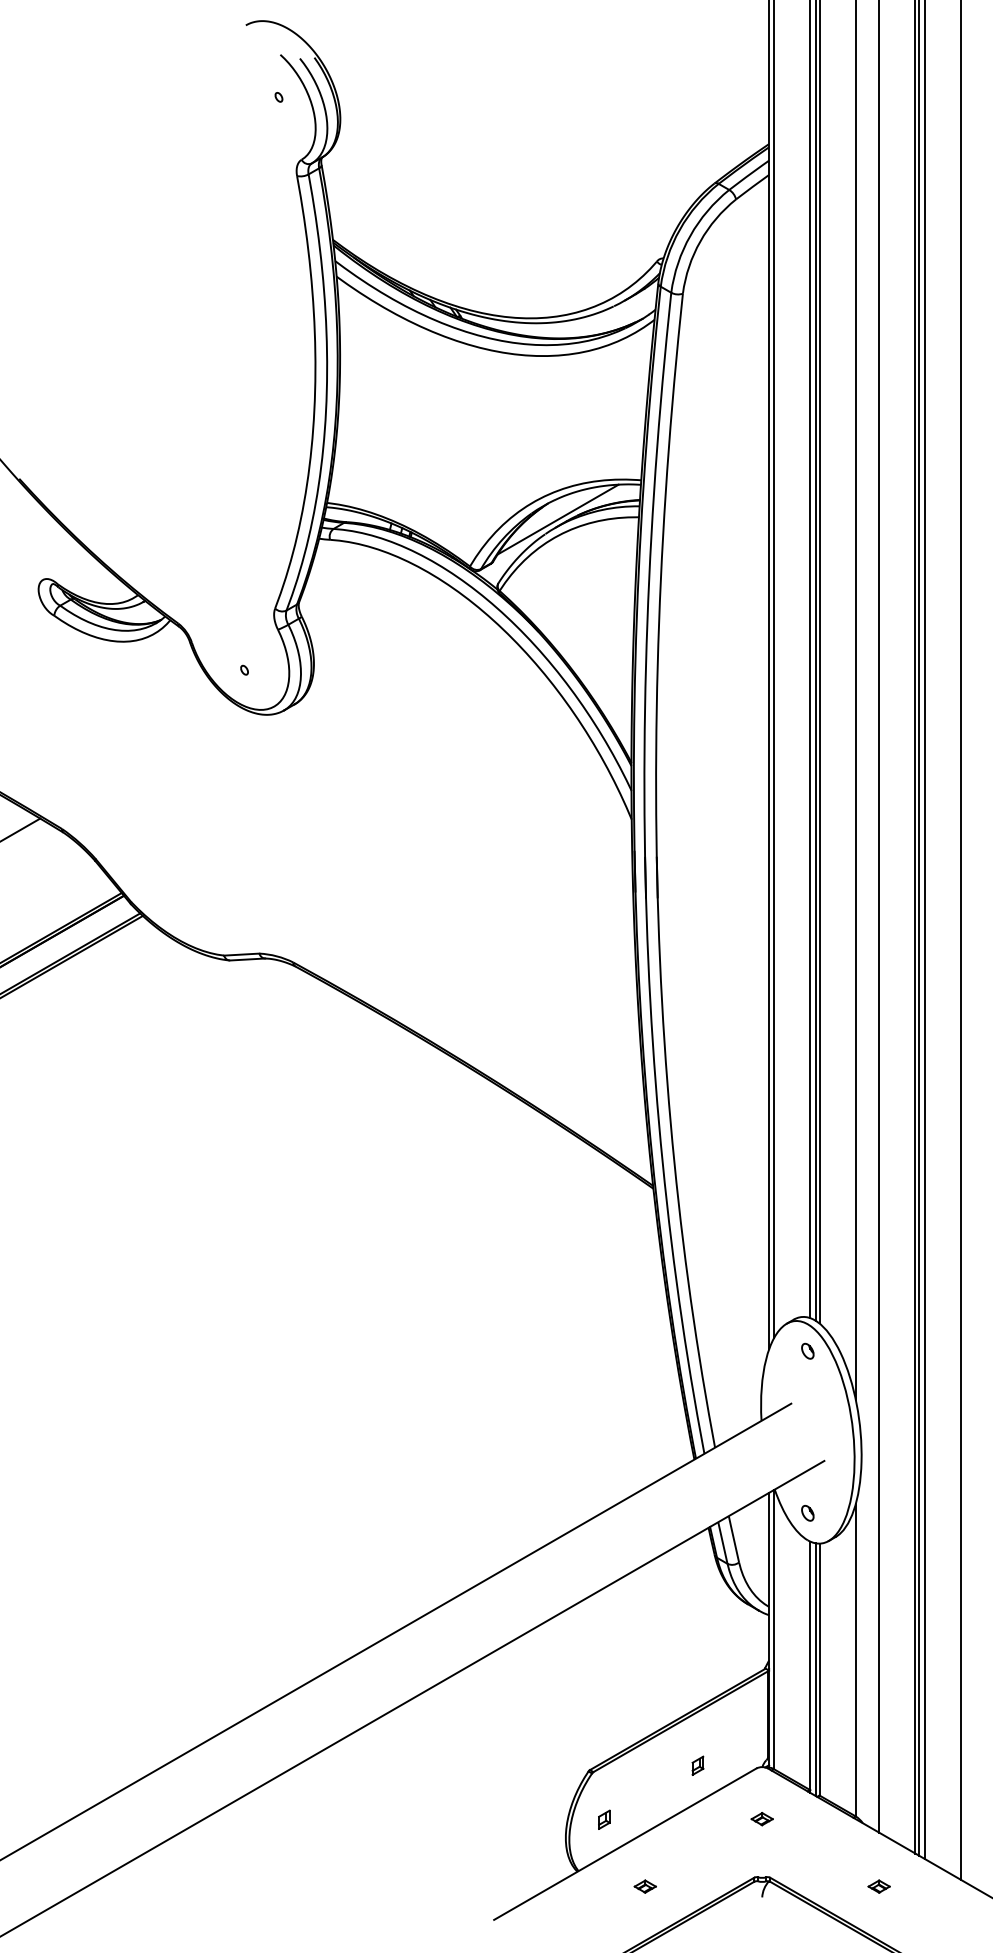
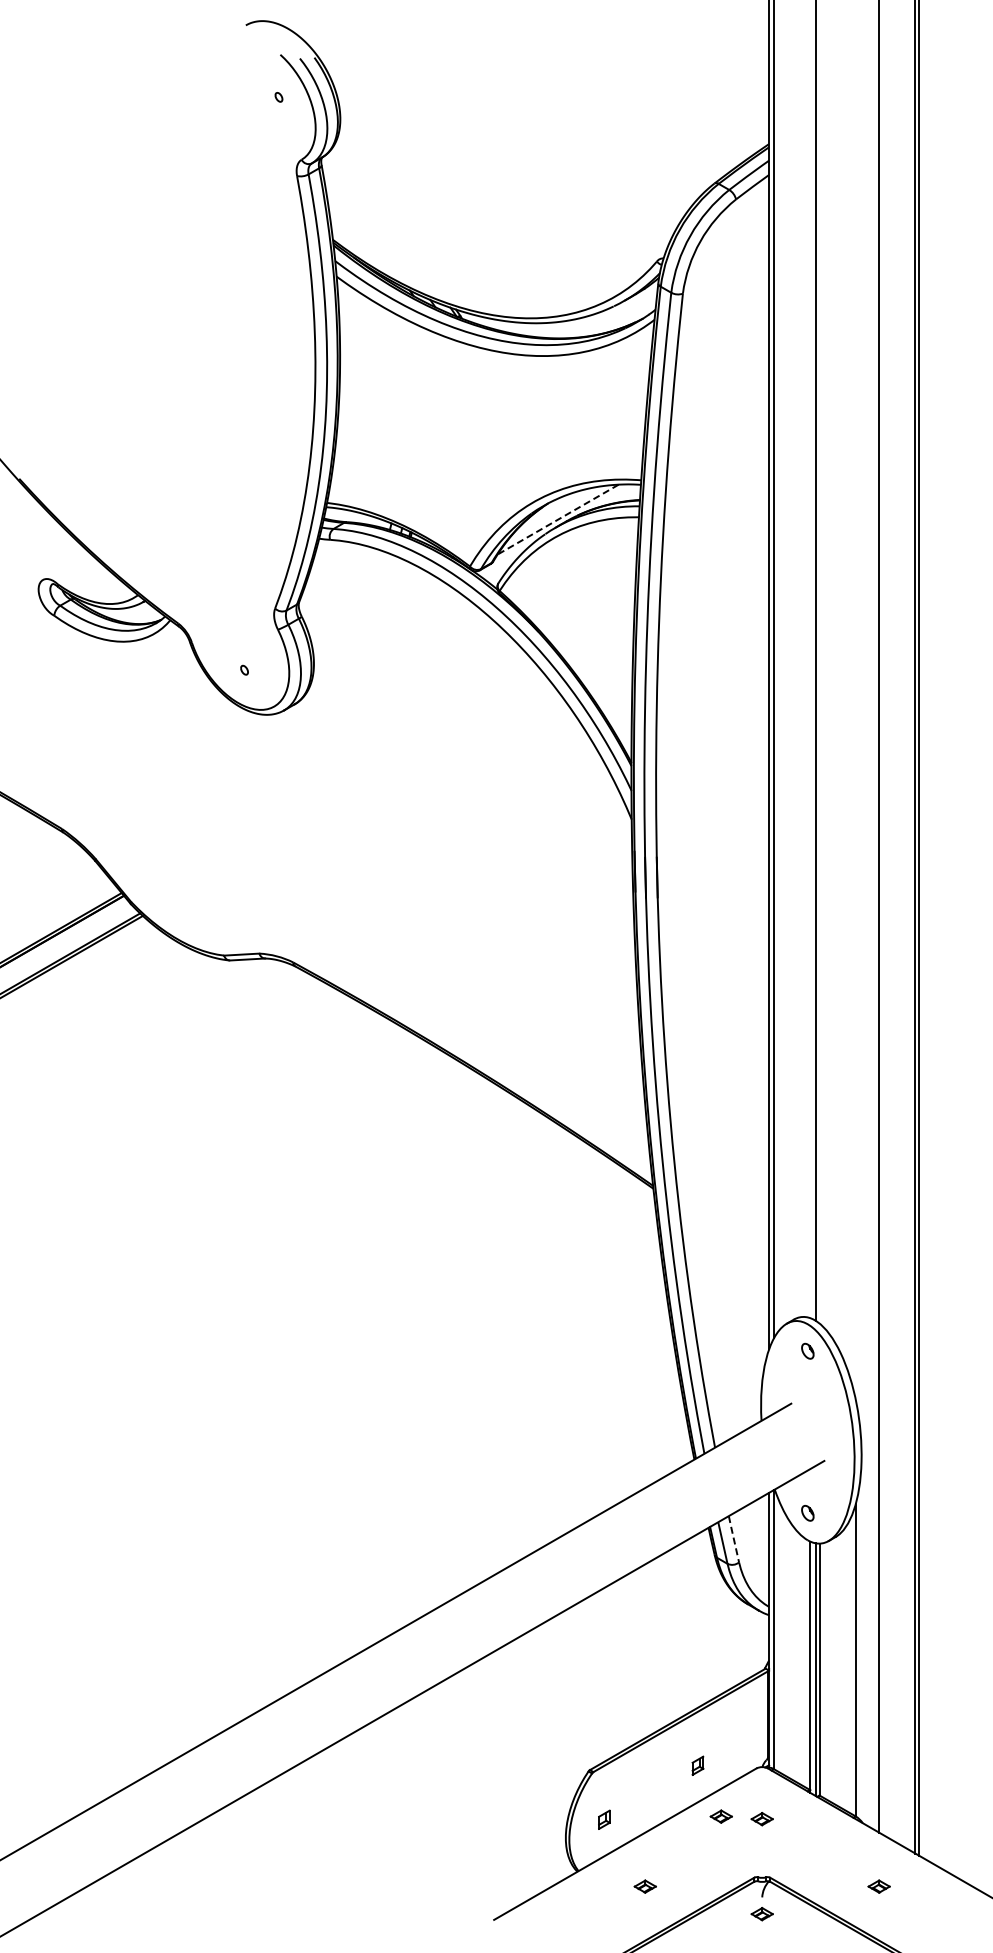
line at (558, 519): solid -> dashed
line at (810, 660): present -> none
line at (819, 662): present -> none
line at (855, 700): present -> none
line at (21, 829): present -> none
line at (924, 930): present -> none
line at (961, 940): present -> none
line at (733, 1539): solid -> dashed
part at (720, 1816): none -> present
part at (761, 1914): none -> present
